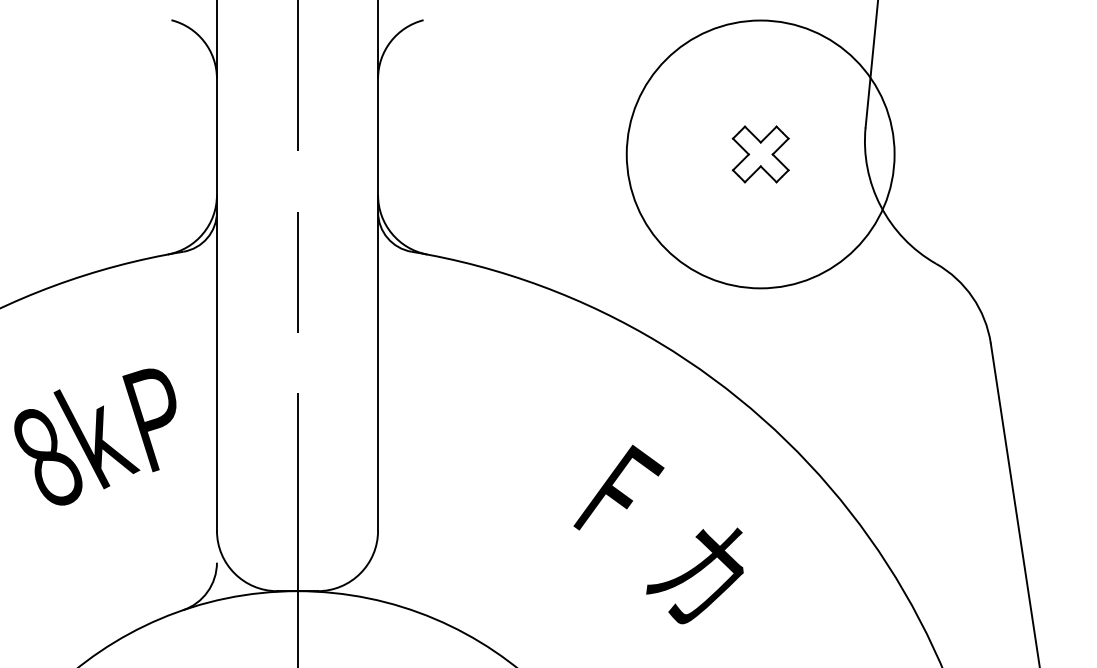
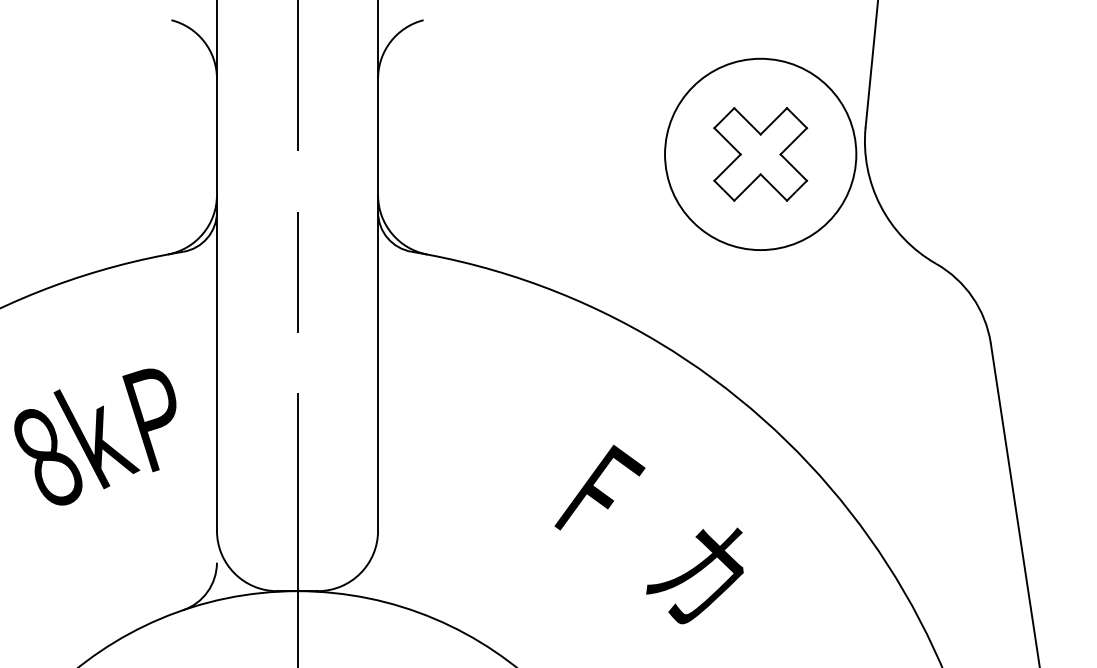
circle at (760, 154) diameter: 268 px -> 191 px
part at (760, 154) size: 59x59 px -> 96x95 px
text at (618, 487) position: (618, 487) -> (599, 487)
